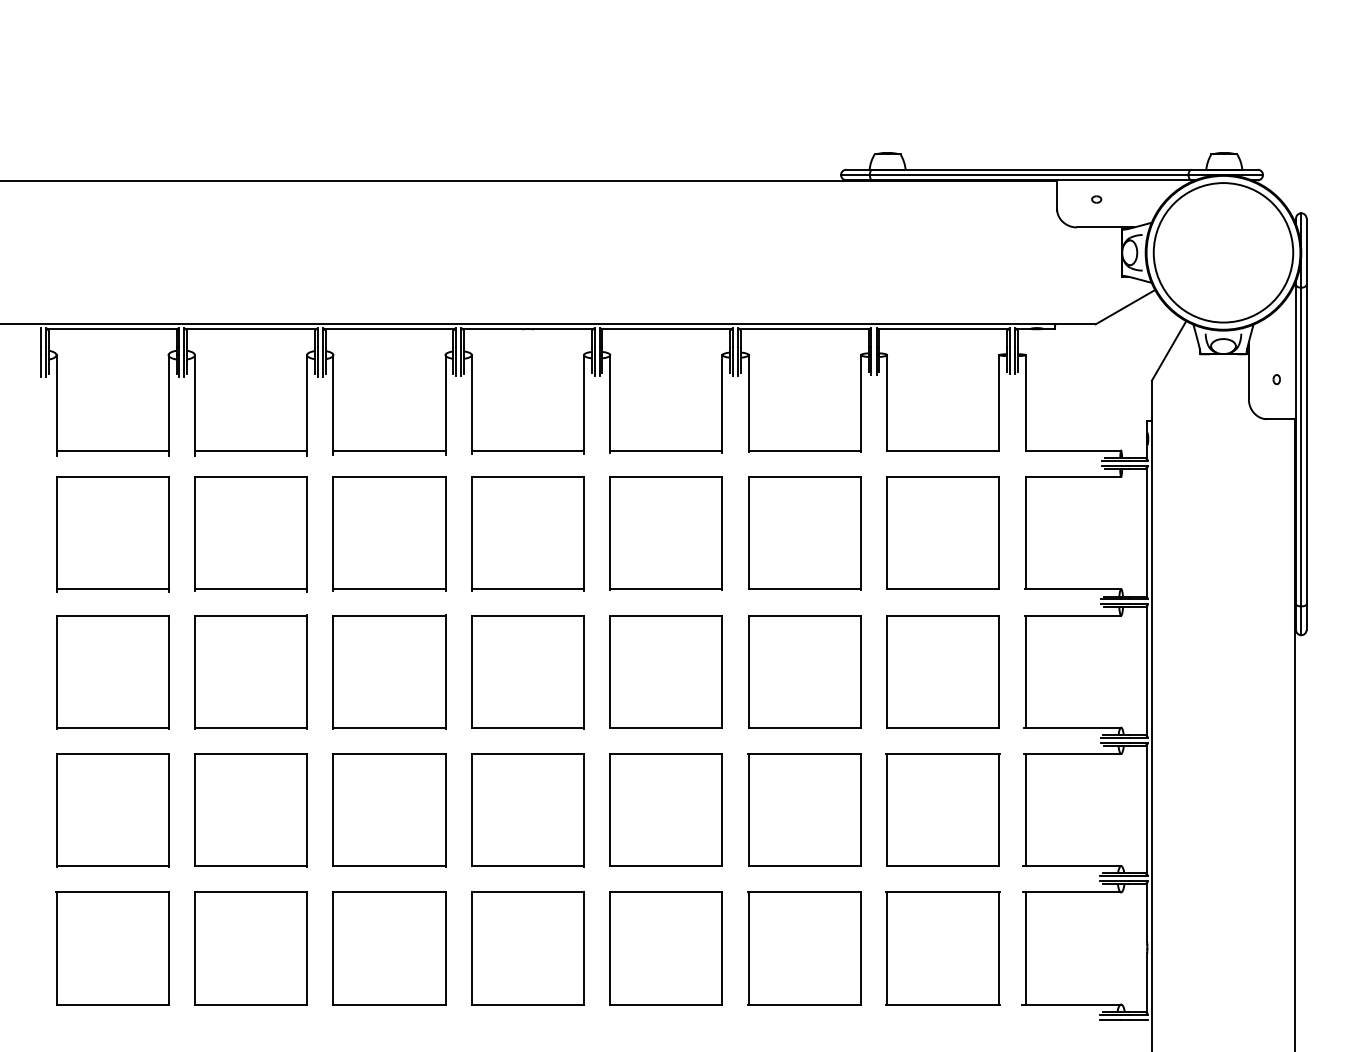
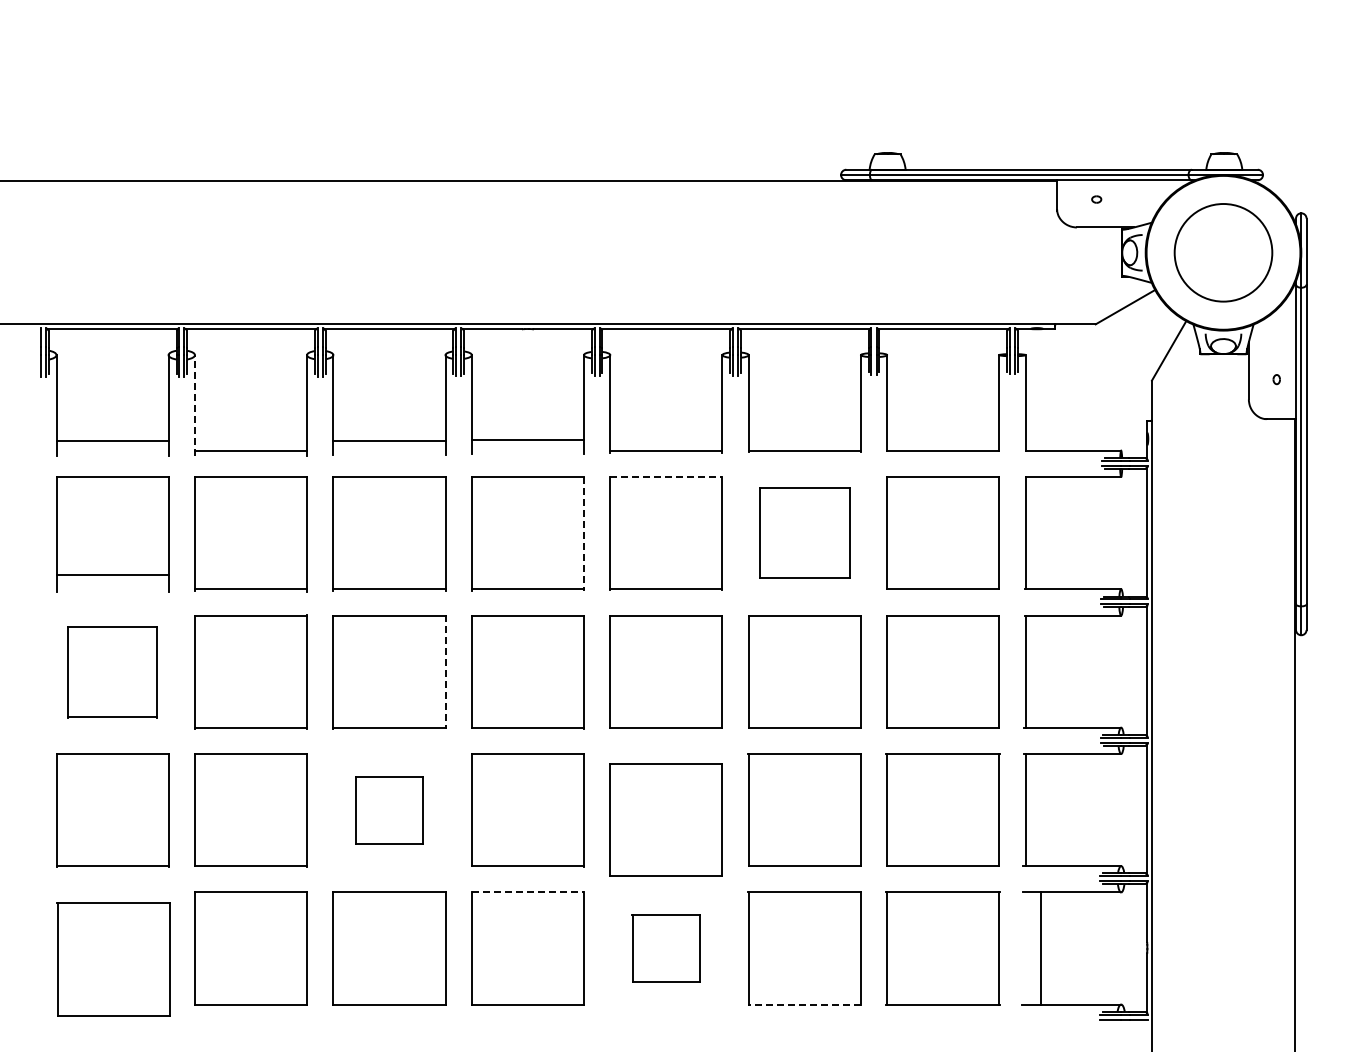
circle at (1223, 252) diameter: 139 px -> 98 px
line at (194, 404): solid -> dashed
line at (112, 450) position: (112, 450) -> (112, 440)
line at (389, 450) position: (389, 450) -> (389, 440)
line at (527, 450) position: (527, 450) -> (527, 439)
line at (666, 477): solid -> dashed
part at (804, 533) size: 114x115 px -> 92x92 px
line at (583, 534): solid -> dashed
line at (112, 589) position: (112, 589) -> (112, 575)
part at (112, 672) size: 114x115 px -> 91x93 px
line at (445, 672): solid -> dashed
part at (665, 809) position: (665, 809) -> (665, 819)
part at (389, 810) size: 115x115 px -> 69x69 px
line at (528, 892): solid -> dashed
part at (112, 948) position: (112, 948) -> (113, 959)
part at (665, 948) size: 114x115 px -> 70x69 px
line at (1025, 948) position: (1025, 948) -> (1040, 948)
line at (804, 1004): solid -> dashed
